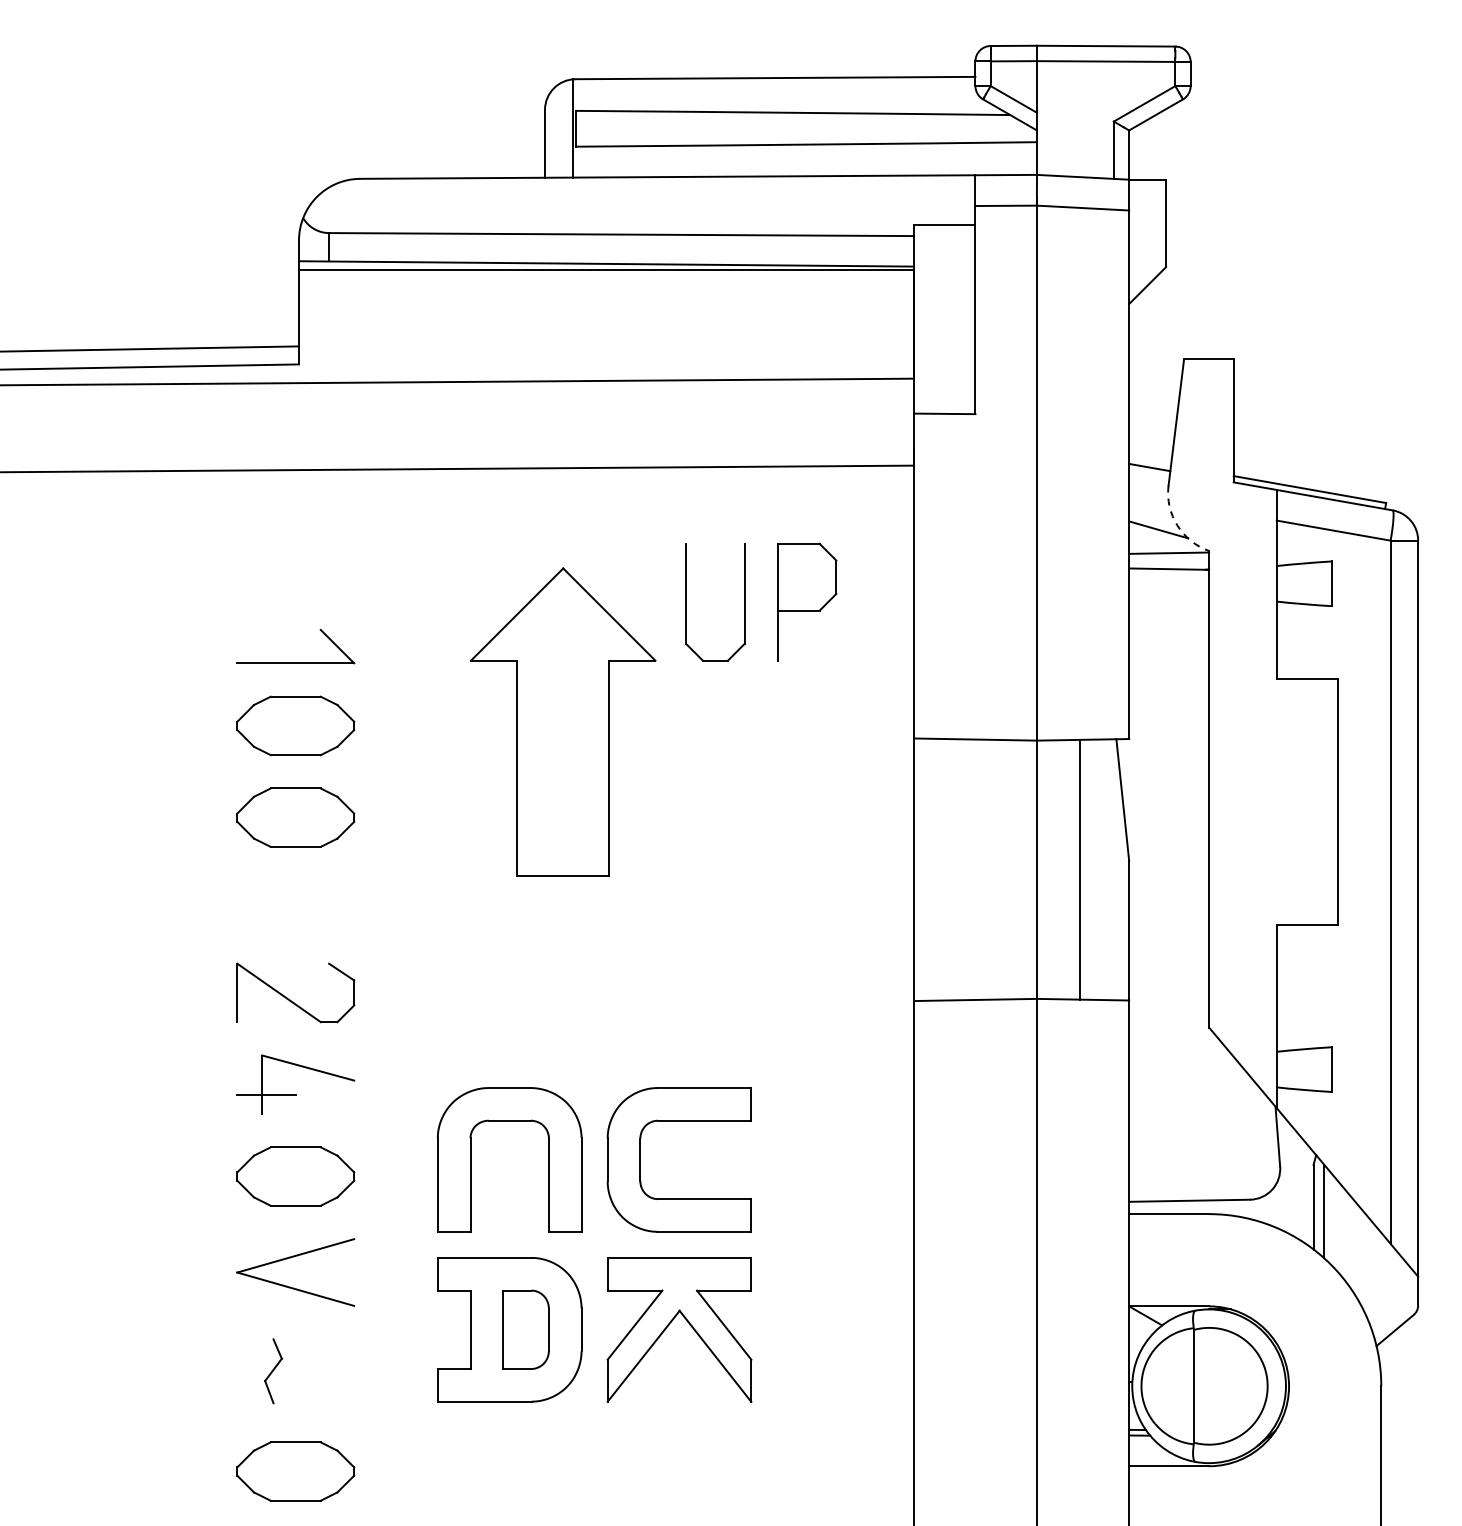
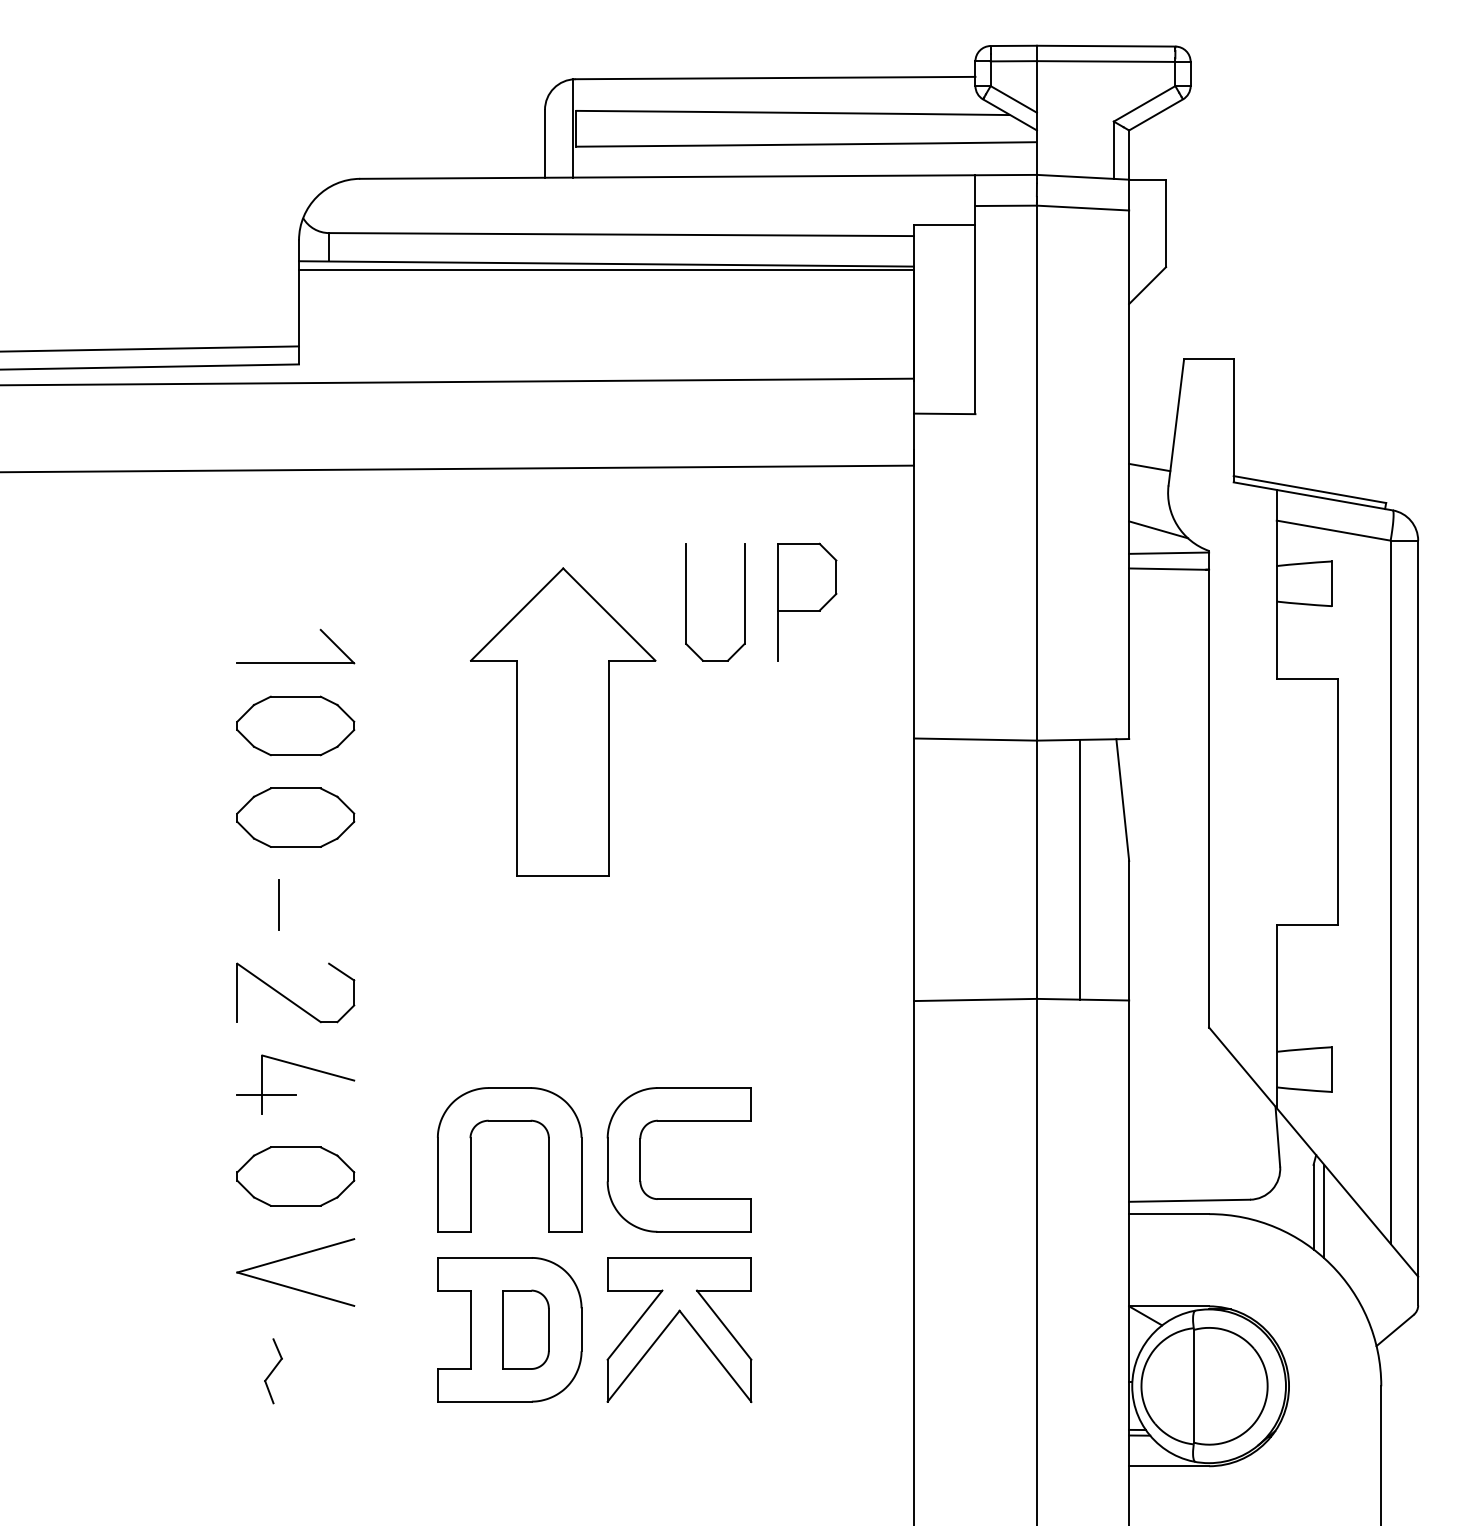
arc at (1177, 525): dashed -> solid
line at (279, 905): none -> present
part at (295, 1471): present -> none
